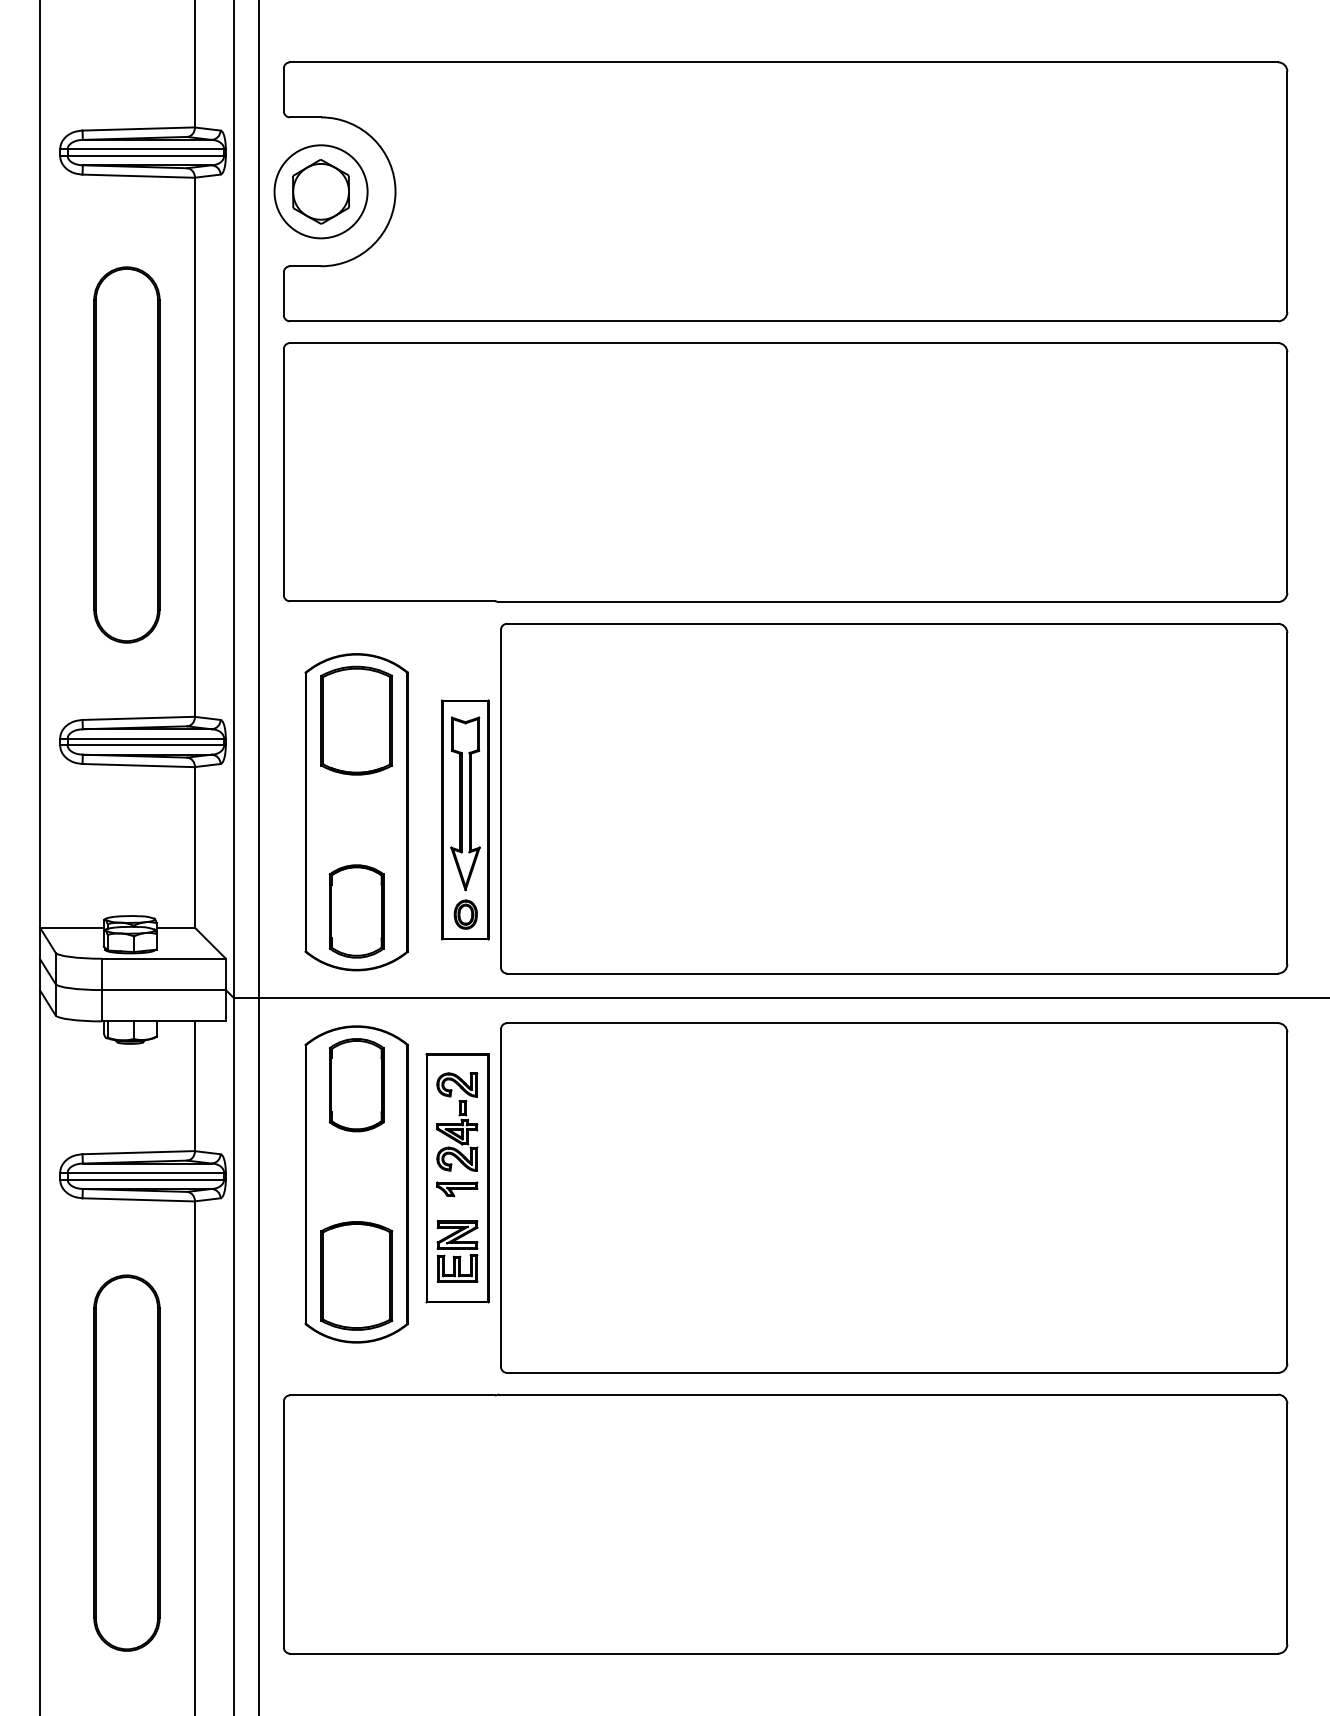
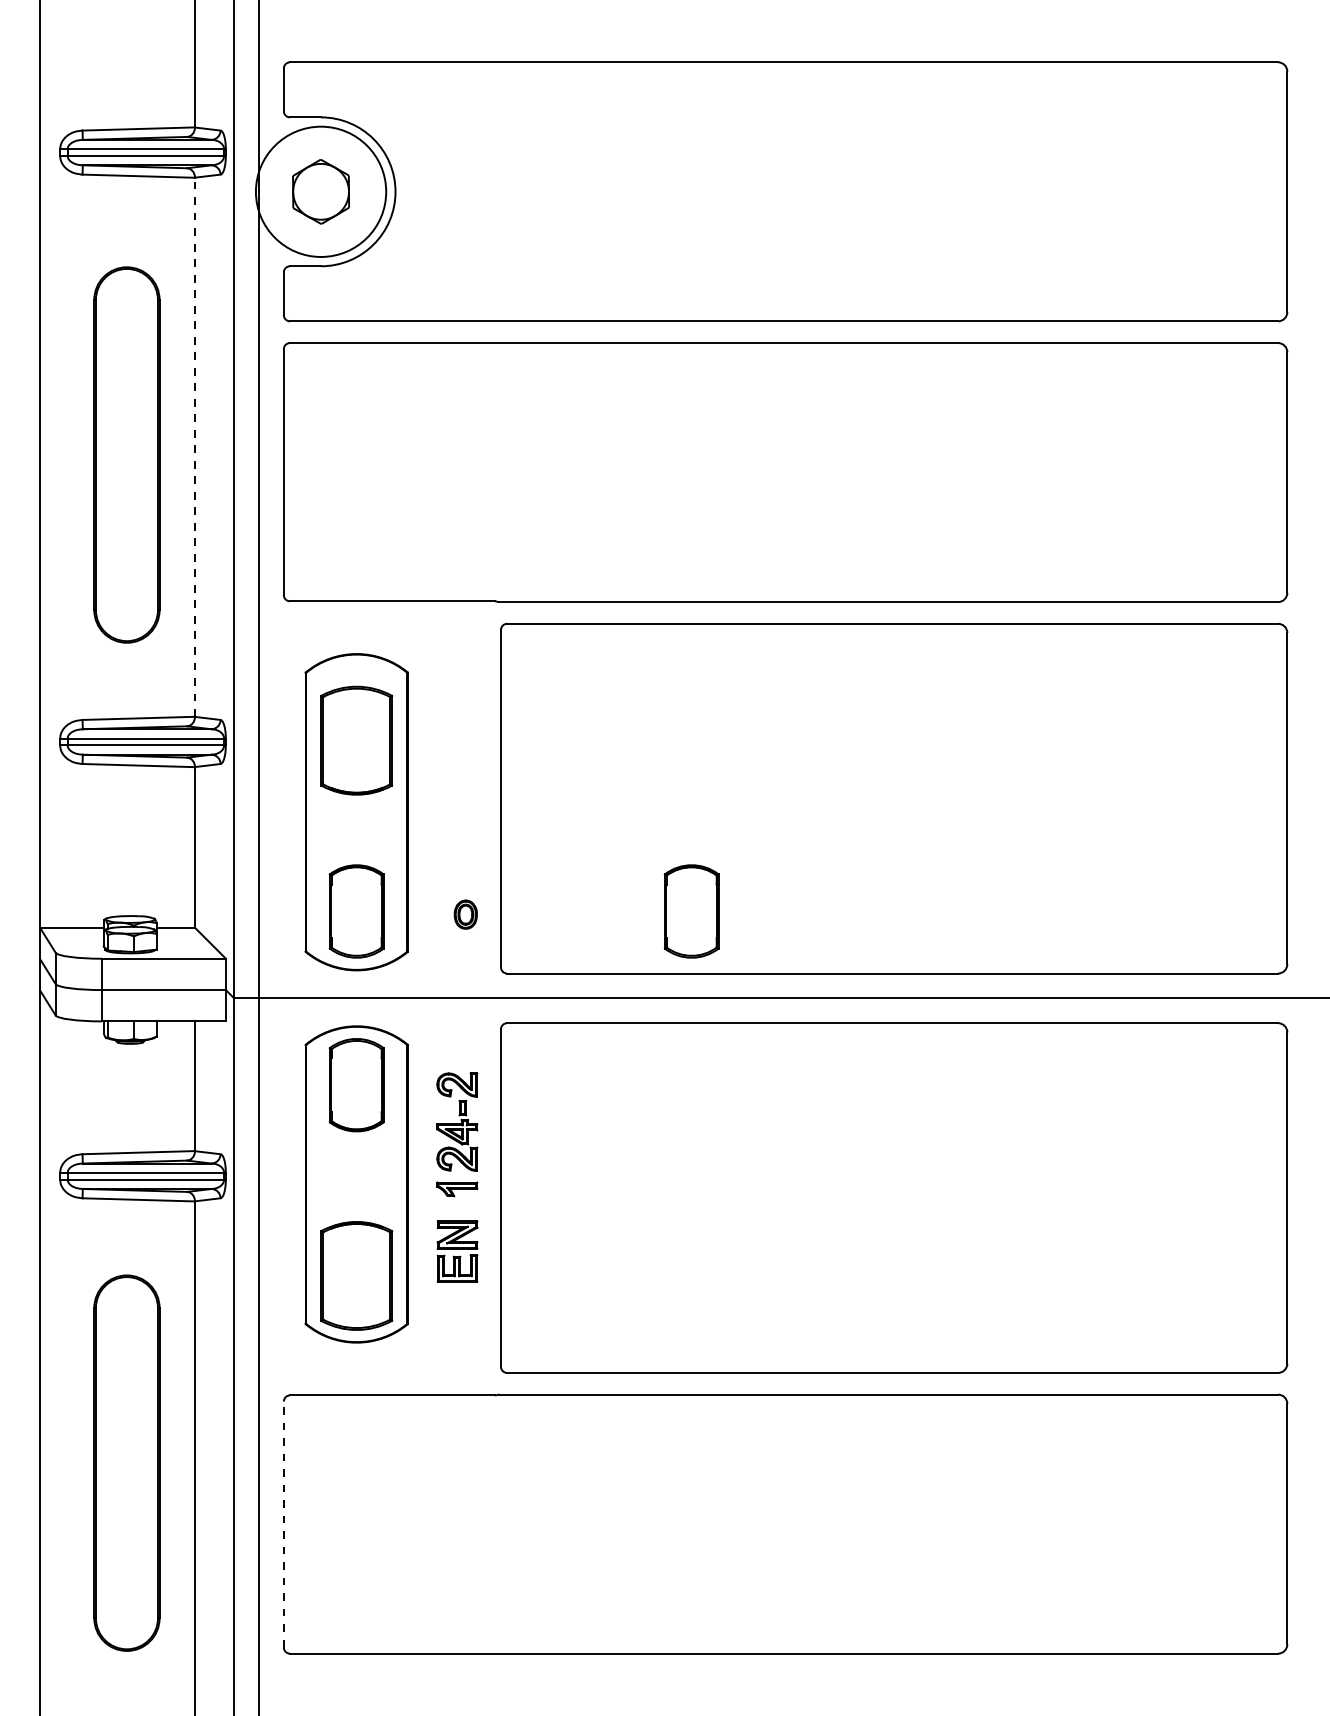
circle at (320, 191) diameter: 93 px -> 130 px
line at (194, 447): solid -> dashed
part at (356, 720) position: (356, 720) -> (356, 740)
part at (465, 819): present -> none
part at (691, 911): none -> present
part at (457, 1178): present -> none
line at (283, 1524): solid -> dashed
